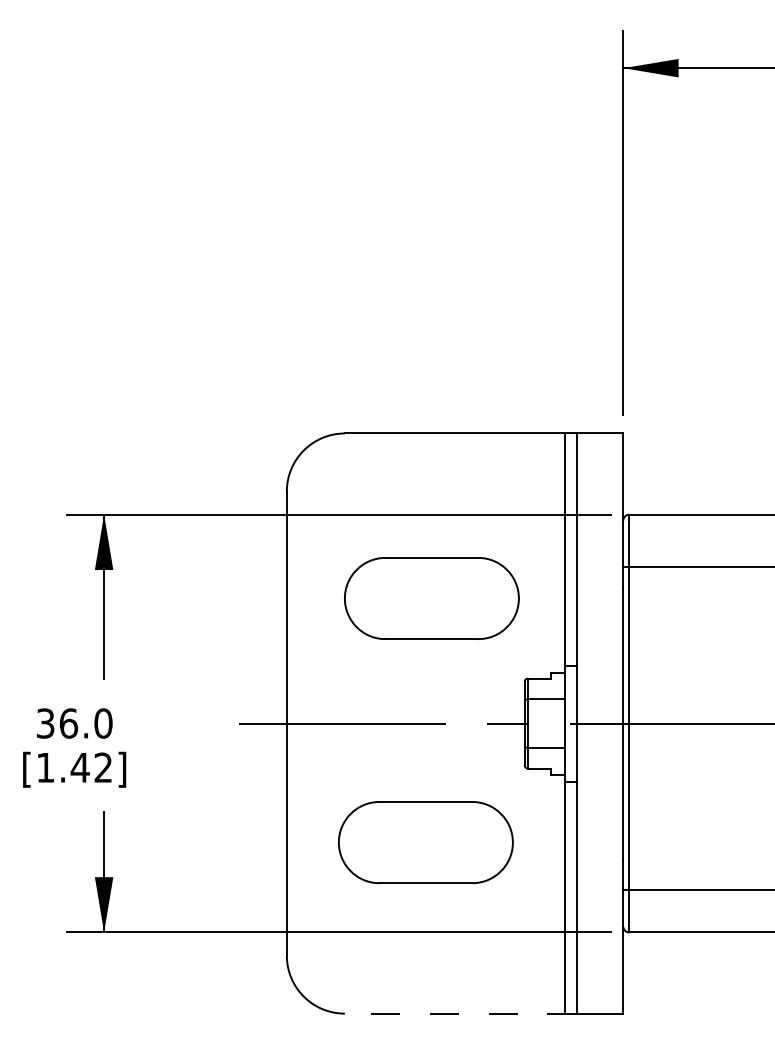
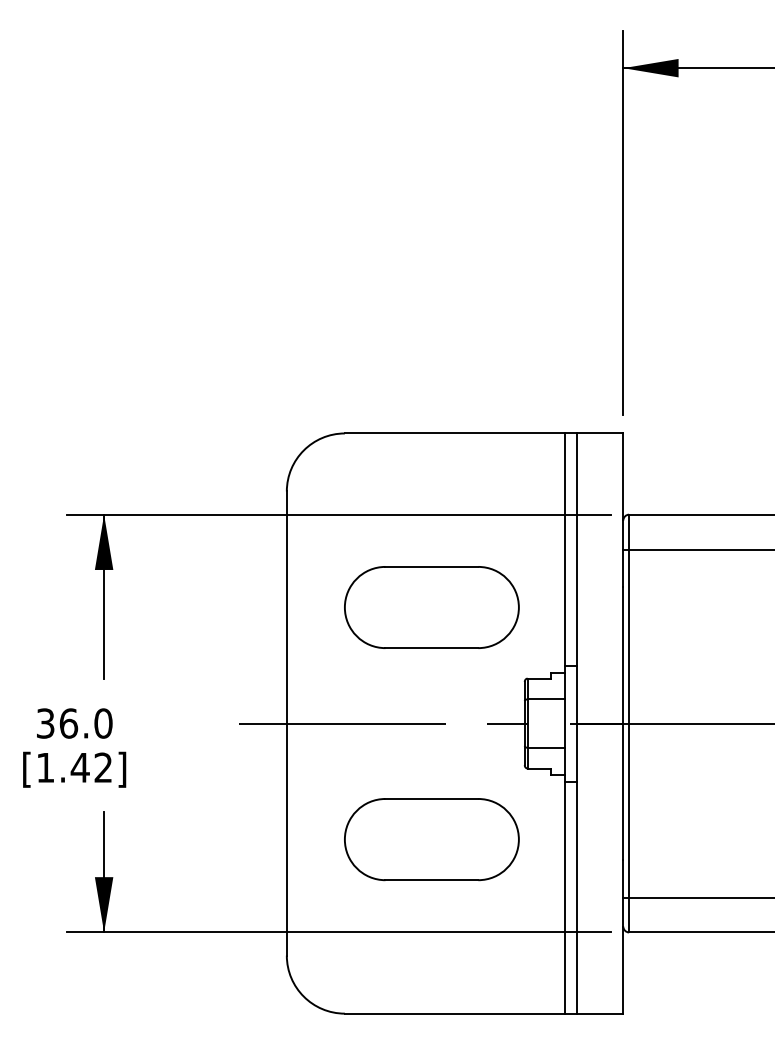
line at (697, 566) position: (697, 566) -> (697, 549)
part at (431, 598) position: (431, 598) -> (431, 607)
part at (425, 842) position: (425, 842) -> (431, 839)
line at (697, 889) position: (697, 889) -> (697, 897)
line at (460, 1013): dashed -> solid
